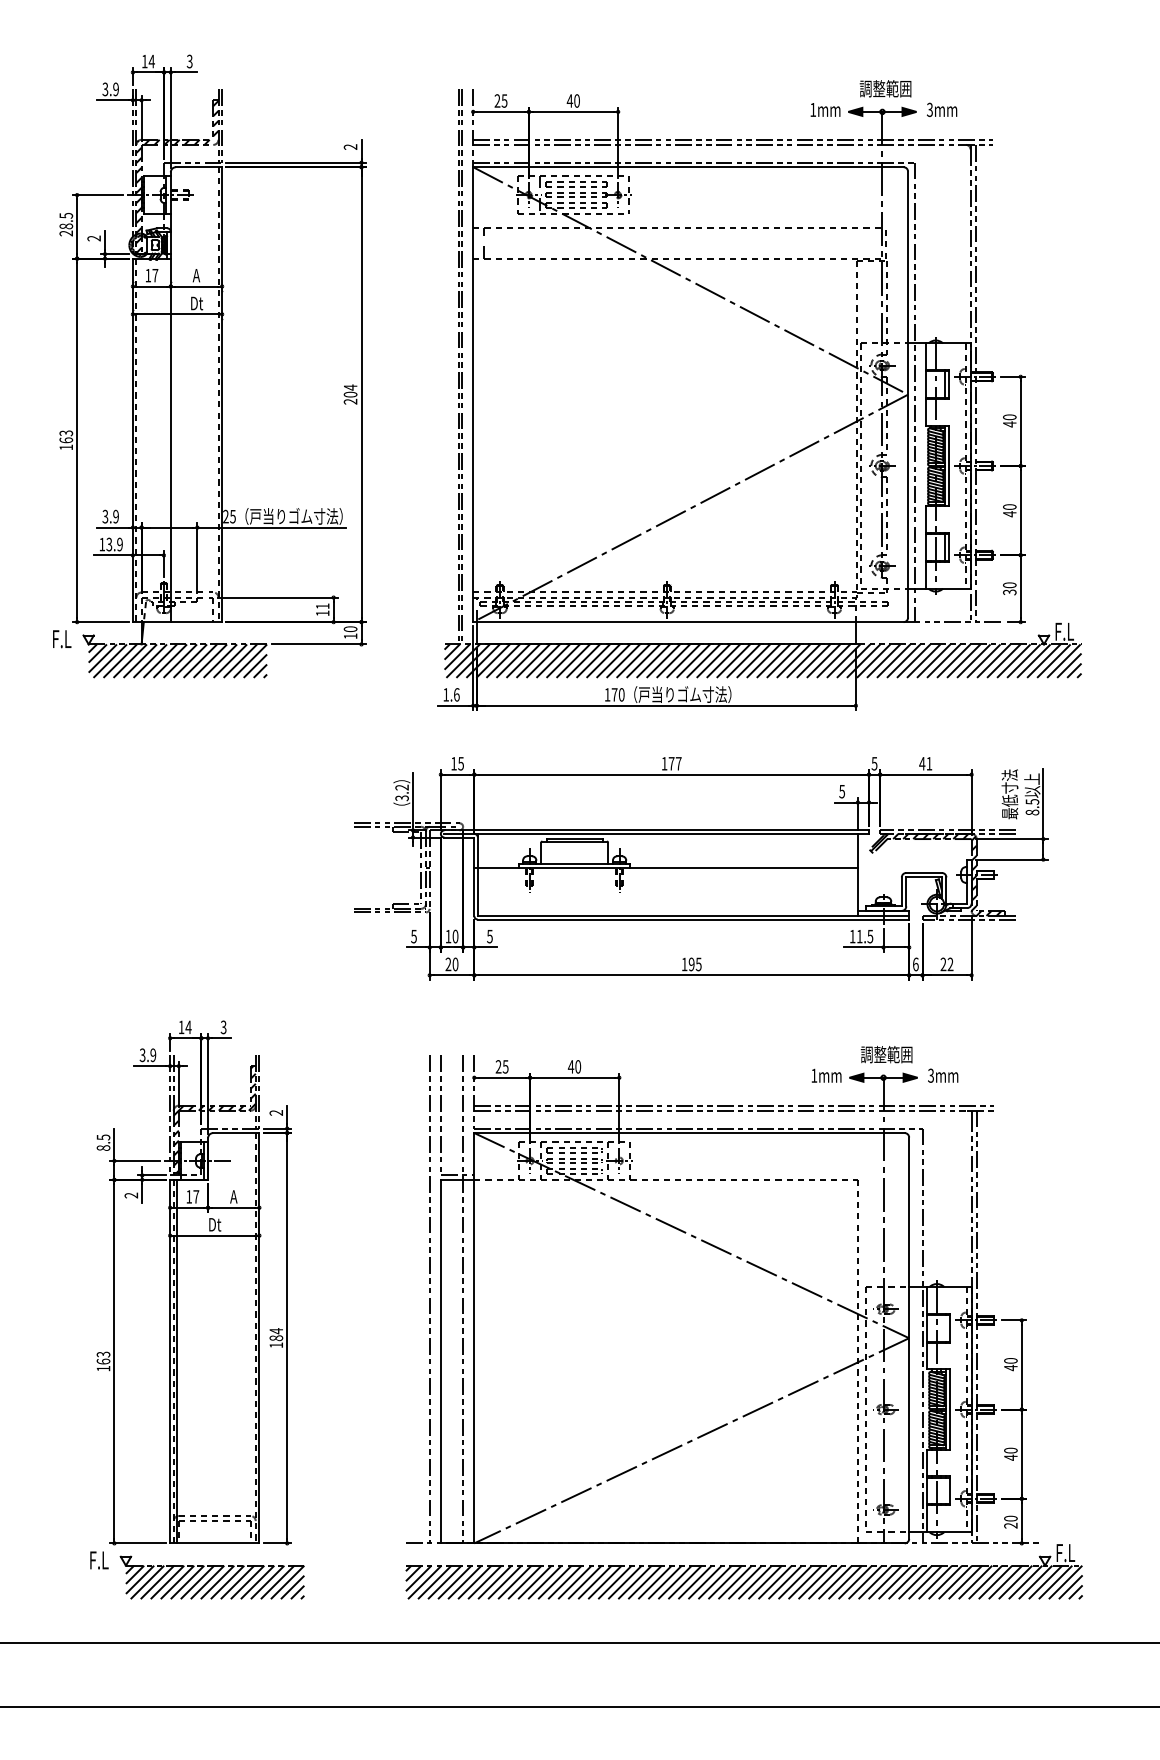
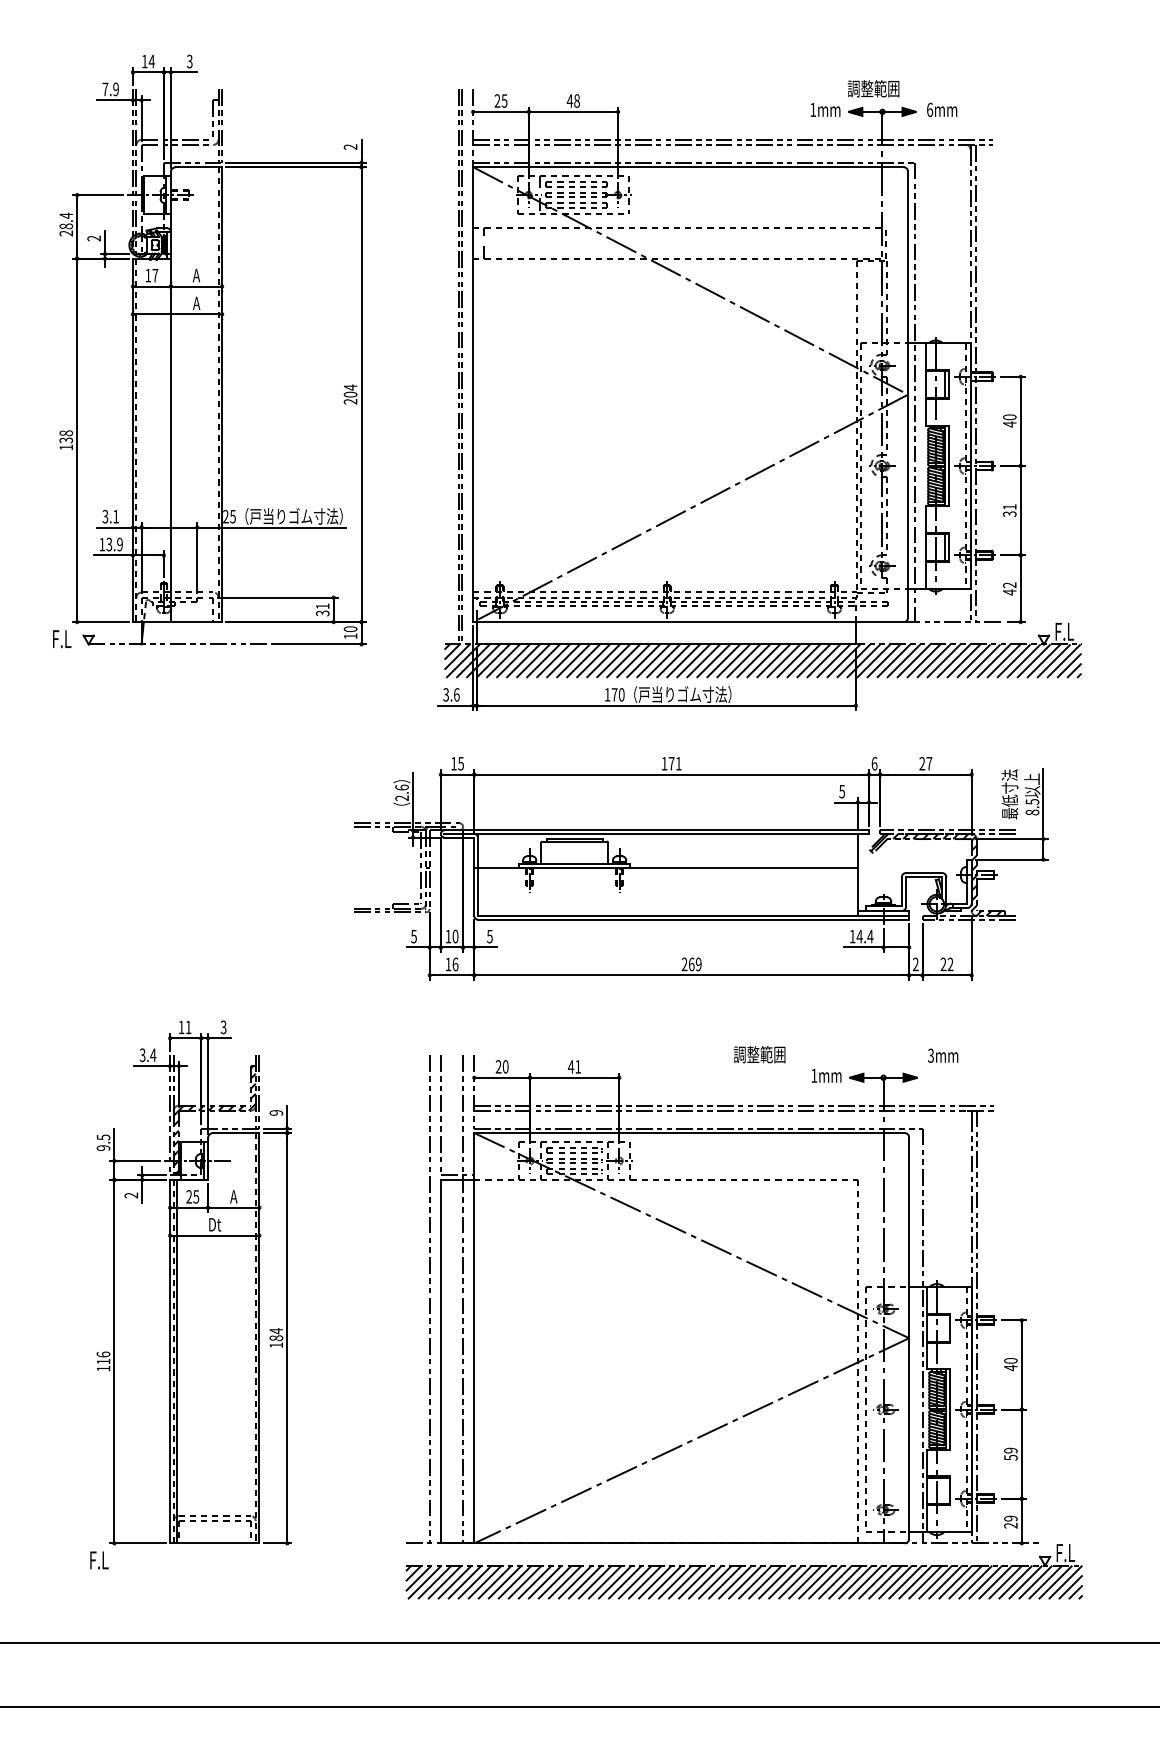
text at (885, 88) position: (885, 88) -> (873, 88)
text at (105, 89): 3.9 -> 7.9
text at (576, 100): 40 -> 48
text at (929, 109): 3mm -> 6mm
hatch at (177, 176): present -> none
text at (66, 215): 28.5 -> 28.4
text at (197, 303): Dt -> A
text at (66, 436): 163 -> 138
text at (1009, 510): 40 -> 31
text at (115, 516): 3.9 -> 3.1
text at (1009, 588): 30 -> 42
text at (322, 613): 11 -> 31
hatch at (177, 660): present -> none
text at (445, 694): 1.6 -> 3.6
text at (678, 763): 177 -> 171
text at (874, 763): 5 -> 6
text at (925, 763): 41 -> 27
text at (401, 792): 3.2 -> 2.6
text at (864, 936): 11.5 -> 14.4
text at (451, 964): 20 -> 16
text at (691, 964): 195 -> 269
text at (915, 964): 6 -> 2
text at (188, 1027): 14 -> 11
text at (886, 1054) position: (886, 1054) -> (759, 1054)
text at (153, 1055): 3.9 -> 3.4
text at (505, 1066): 25 -> 20
text at (578, 1066): 40 -> 41
text at (943, 1075) position: (943, 1075) -> (943, 1055)
text at (276, 1112): 2 -> 9
text at (103, 1147): 8.5 -> 9.5
text at (192, 1196): 17 -> 25
text at (103, 1357): 163 -> 116
text at (1010, 1453): 40 -> 59
text at (1010, 1518): 20 -> 29
part at (211, 1577): present -> none
